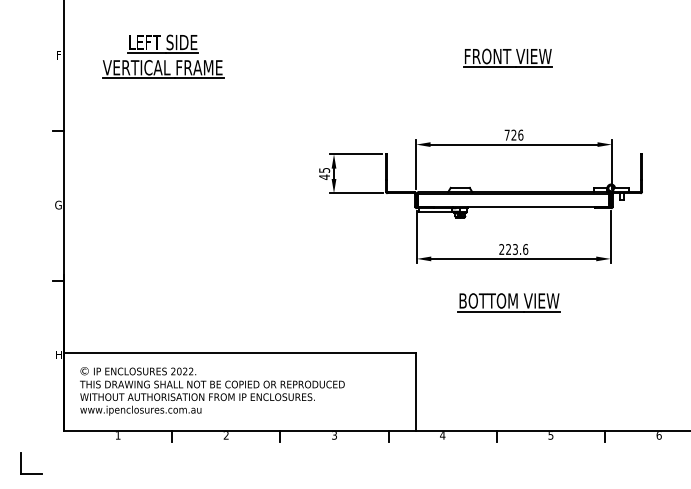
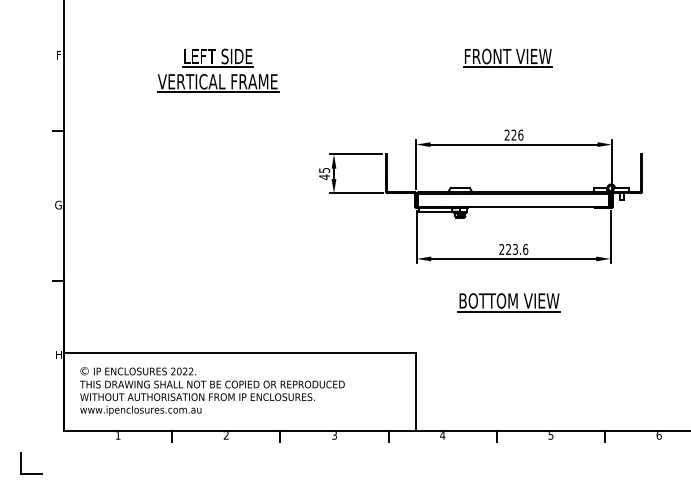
part at (163, 56) position: (163, 56) -> (218, 70)
text at (506, 134): 726 -> 226
